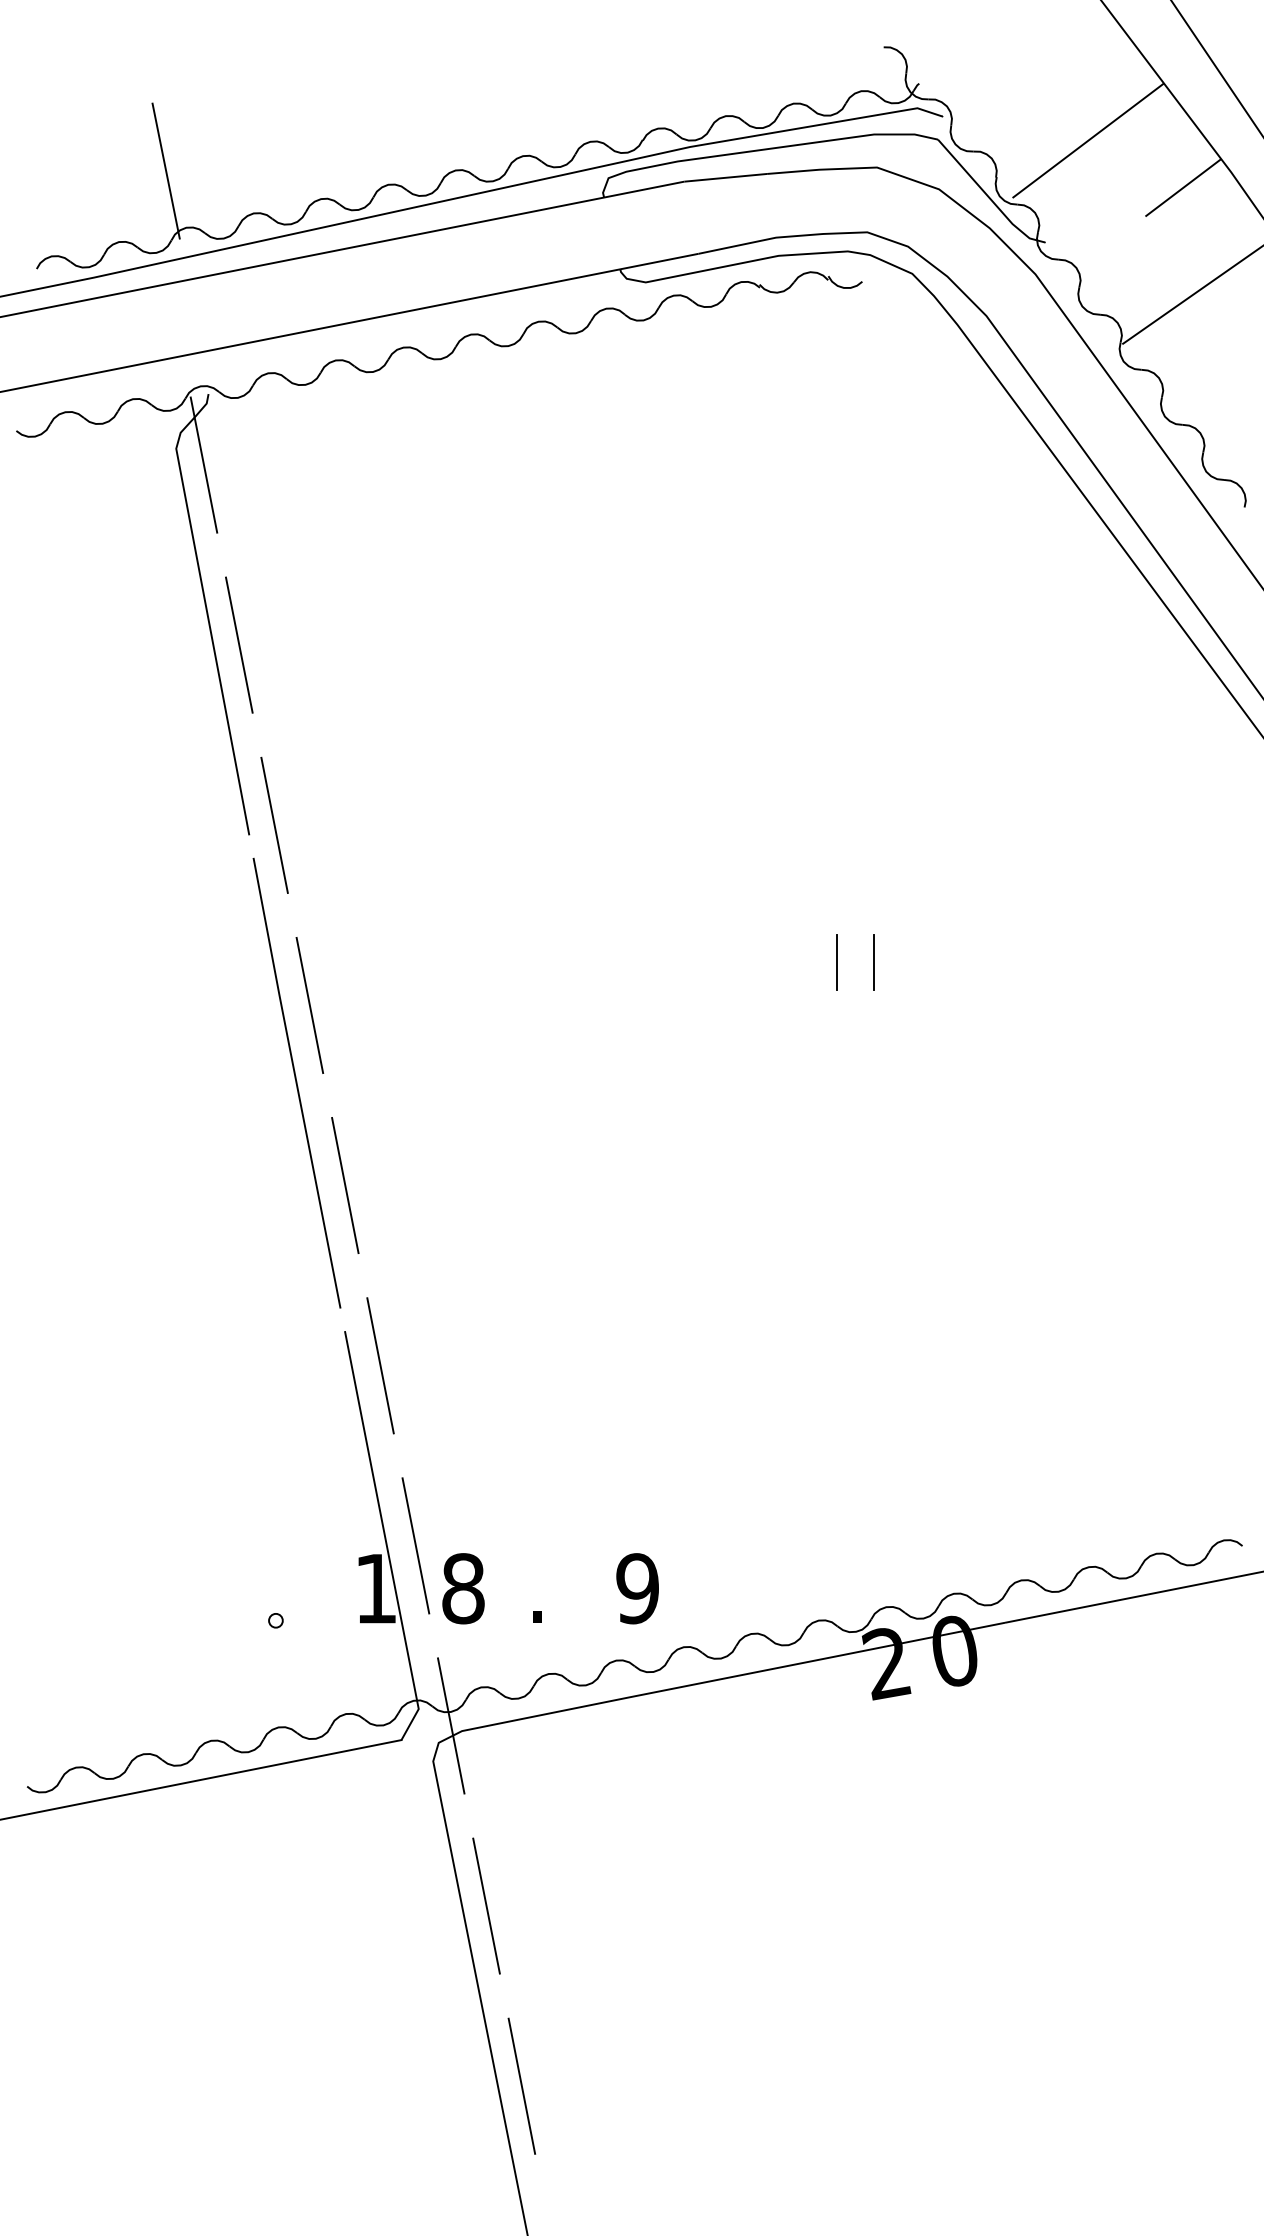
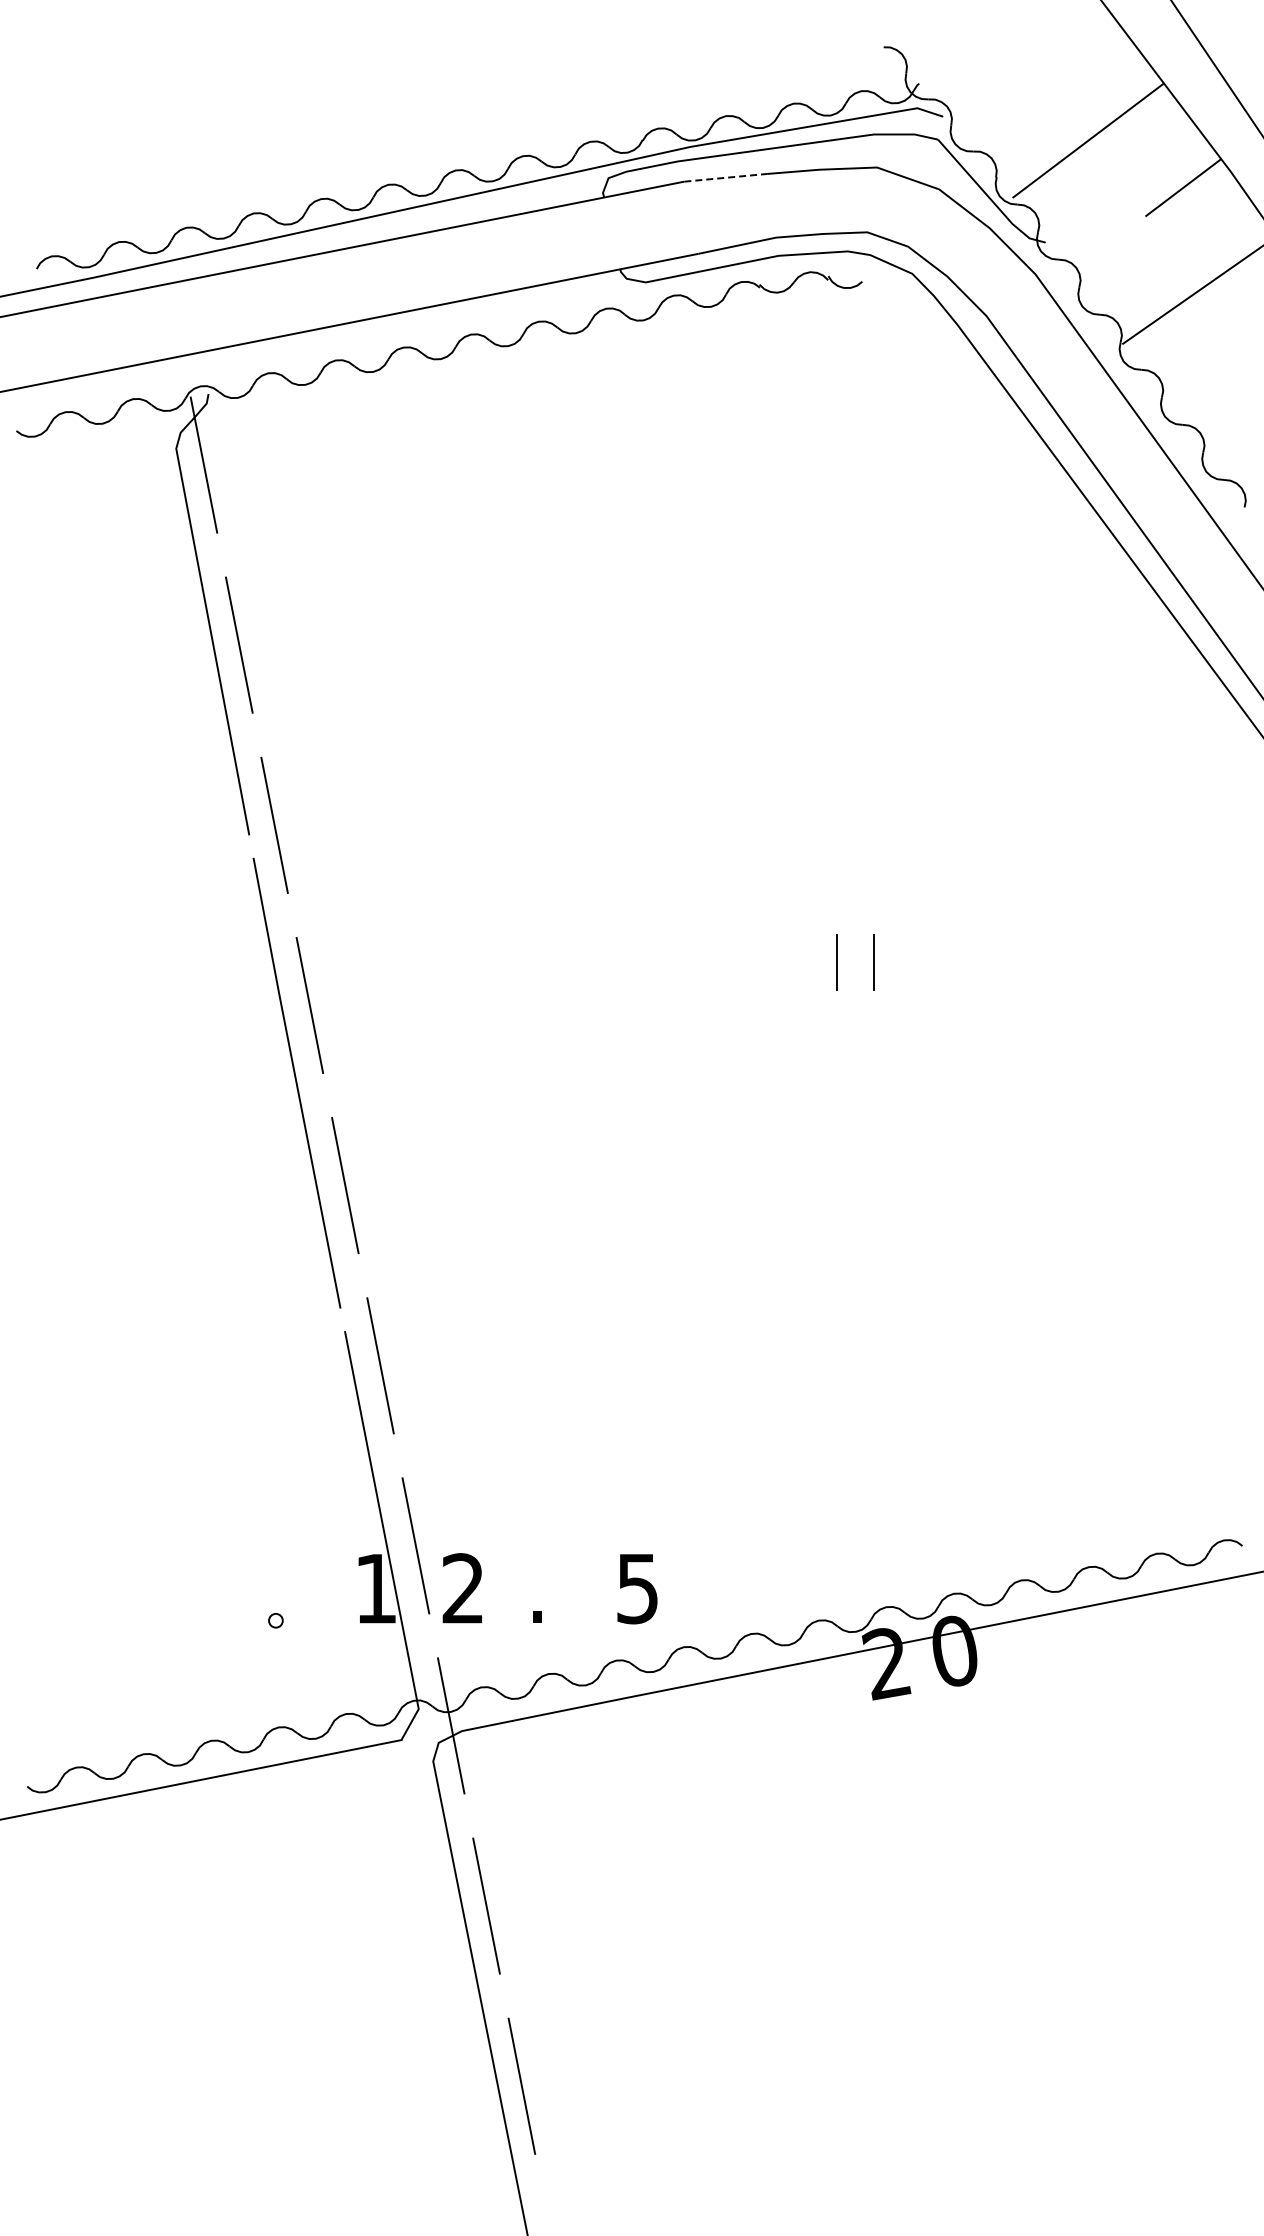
line at (165, 170): present -> none
line at (725, 177): solid -> dashed
text at (463, 1588): 8 -> 2
text at (637, 1588): 9 -> 5
